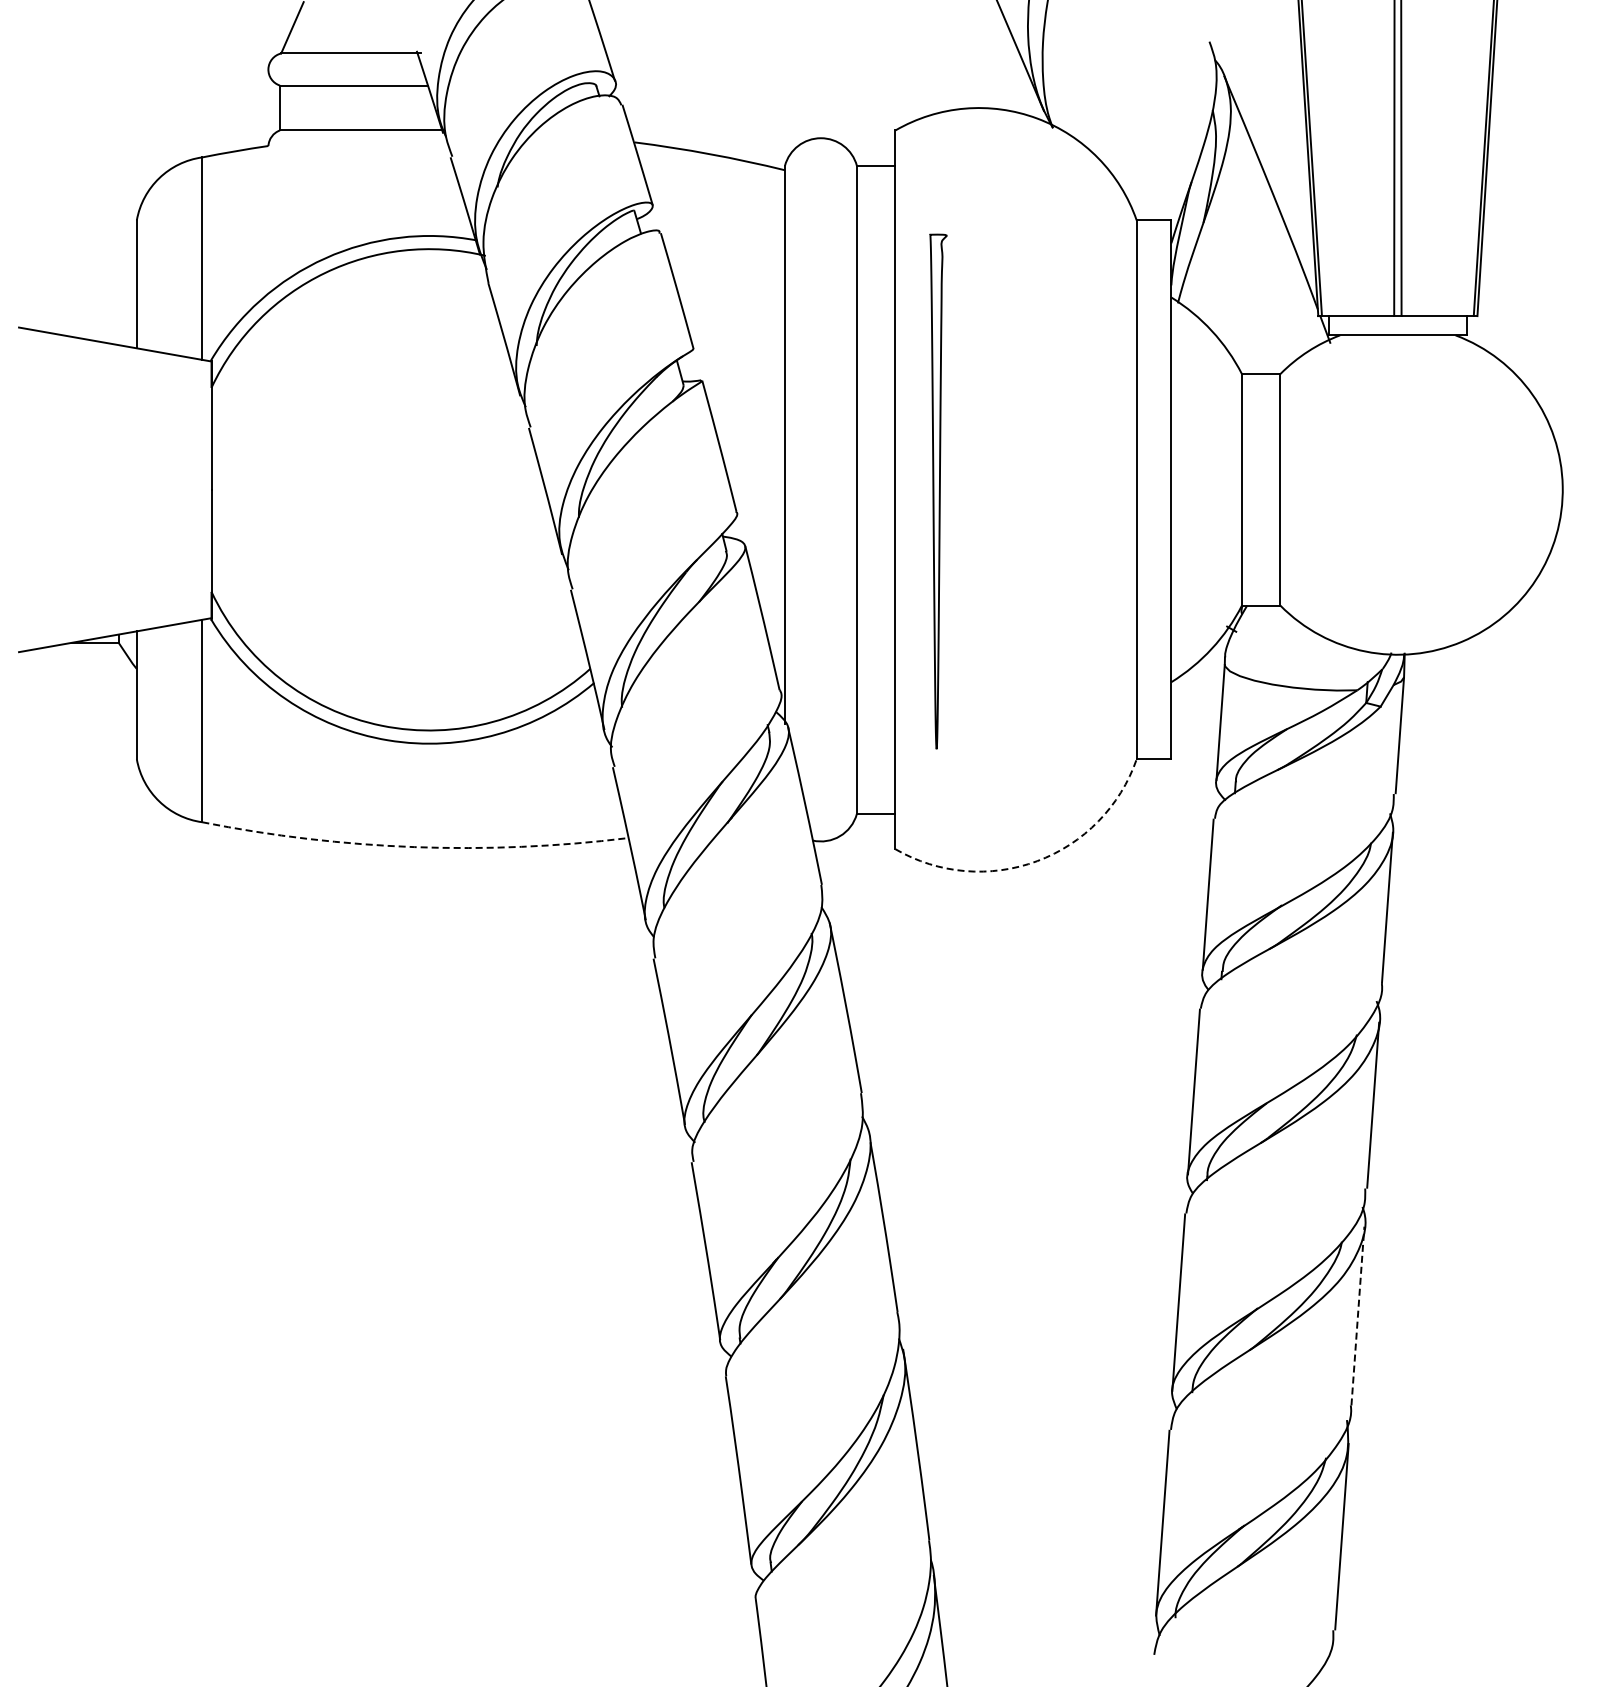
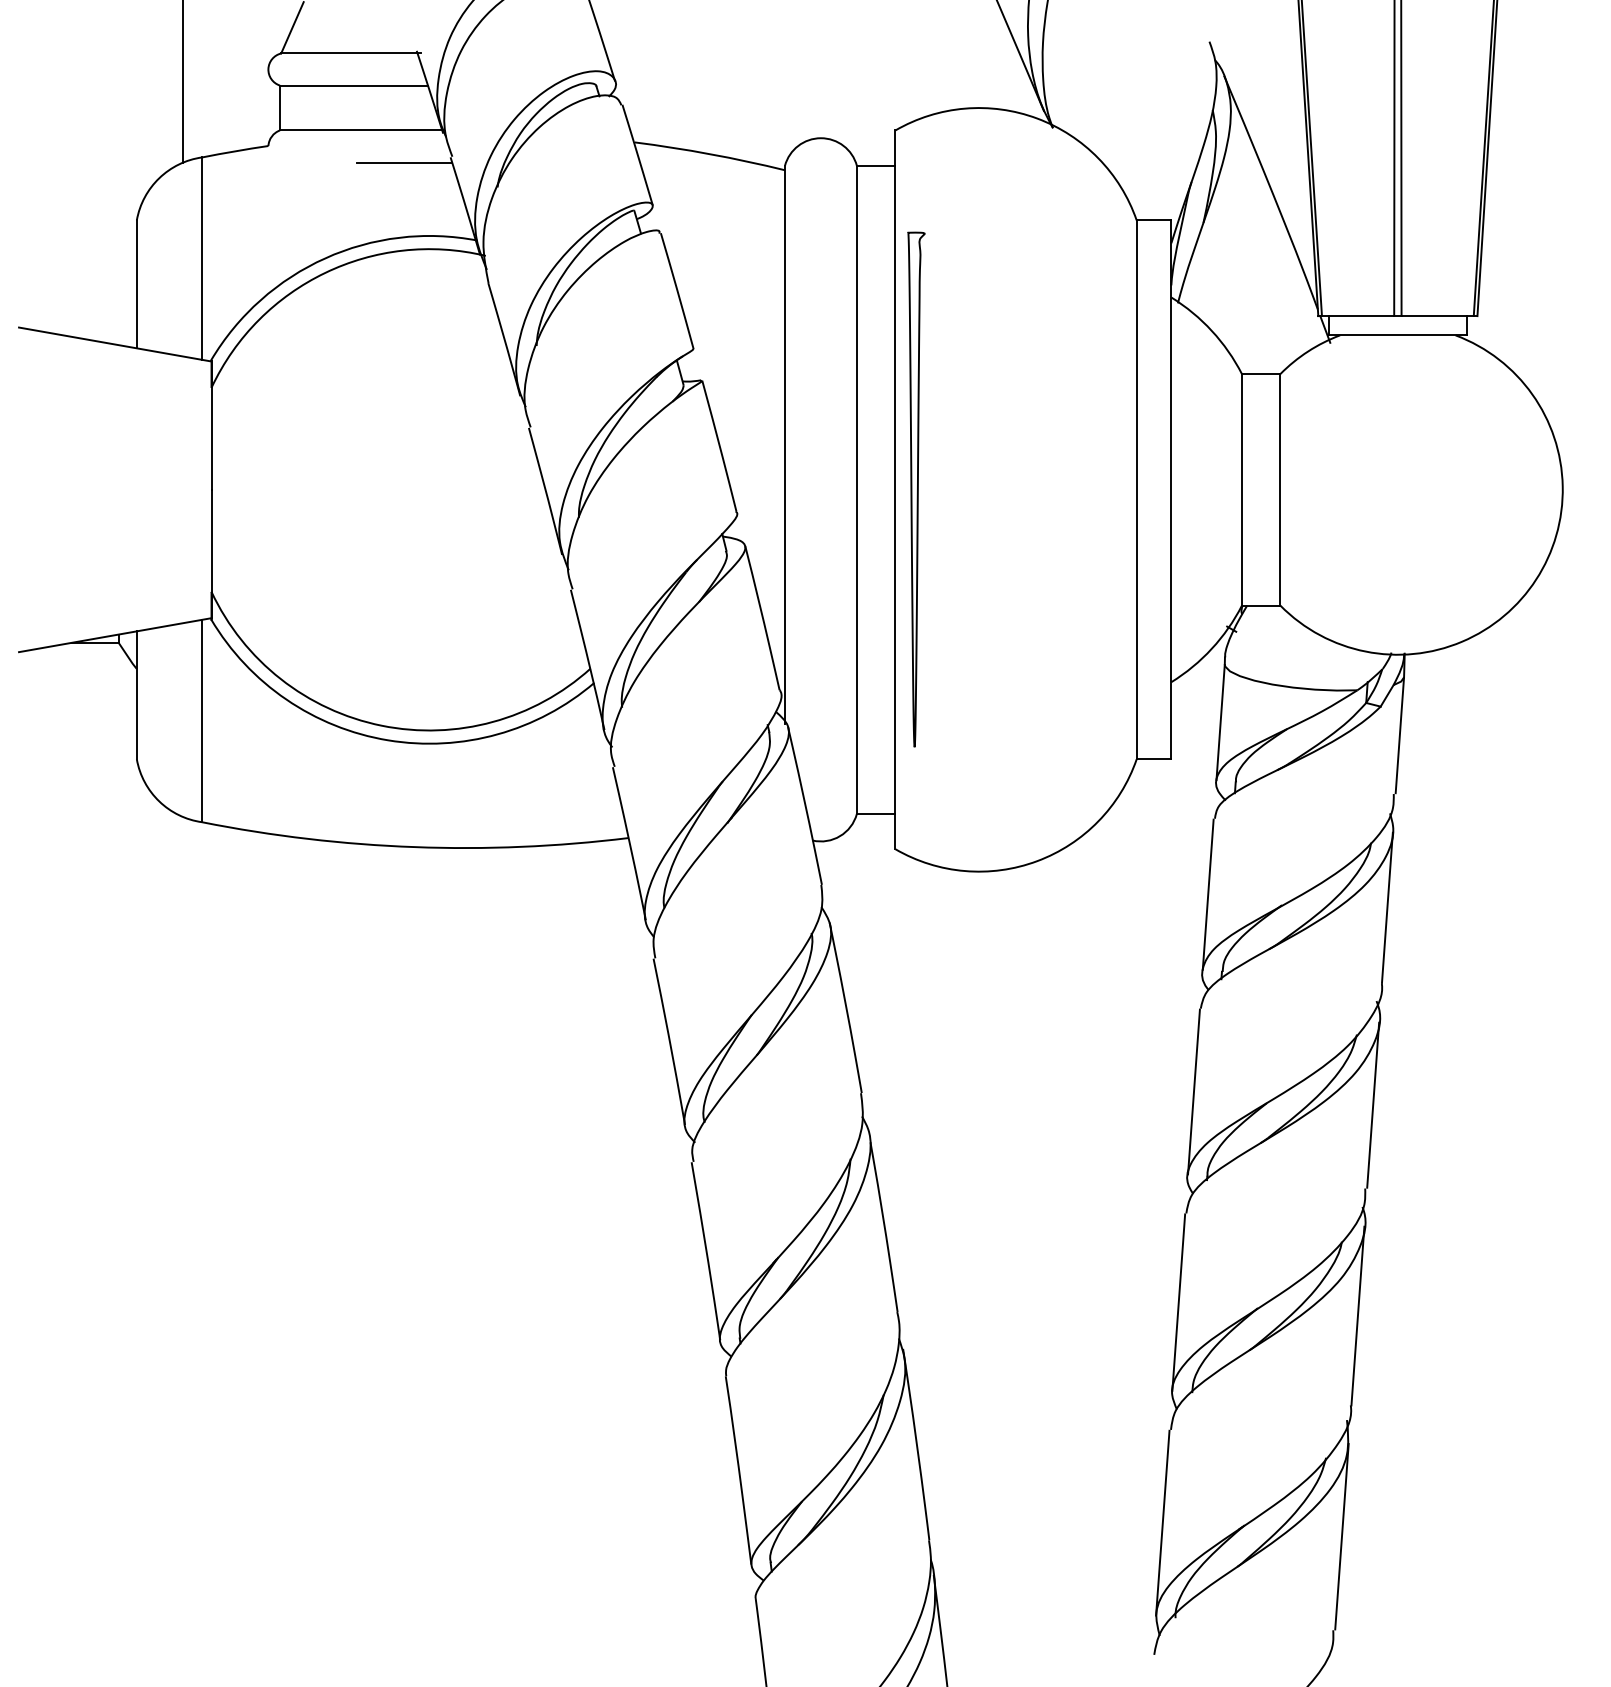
line at (182, 82): none -> present
line at (404, 162): none -> present
curve at (939, 491) position: (939, 491) -> (917, 489)
arc at (414, 847): dashed -> solid
arc at (1037, 861): dashed -> solid
line at (1357, 1316): dashed -> solid
